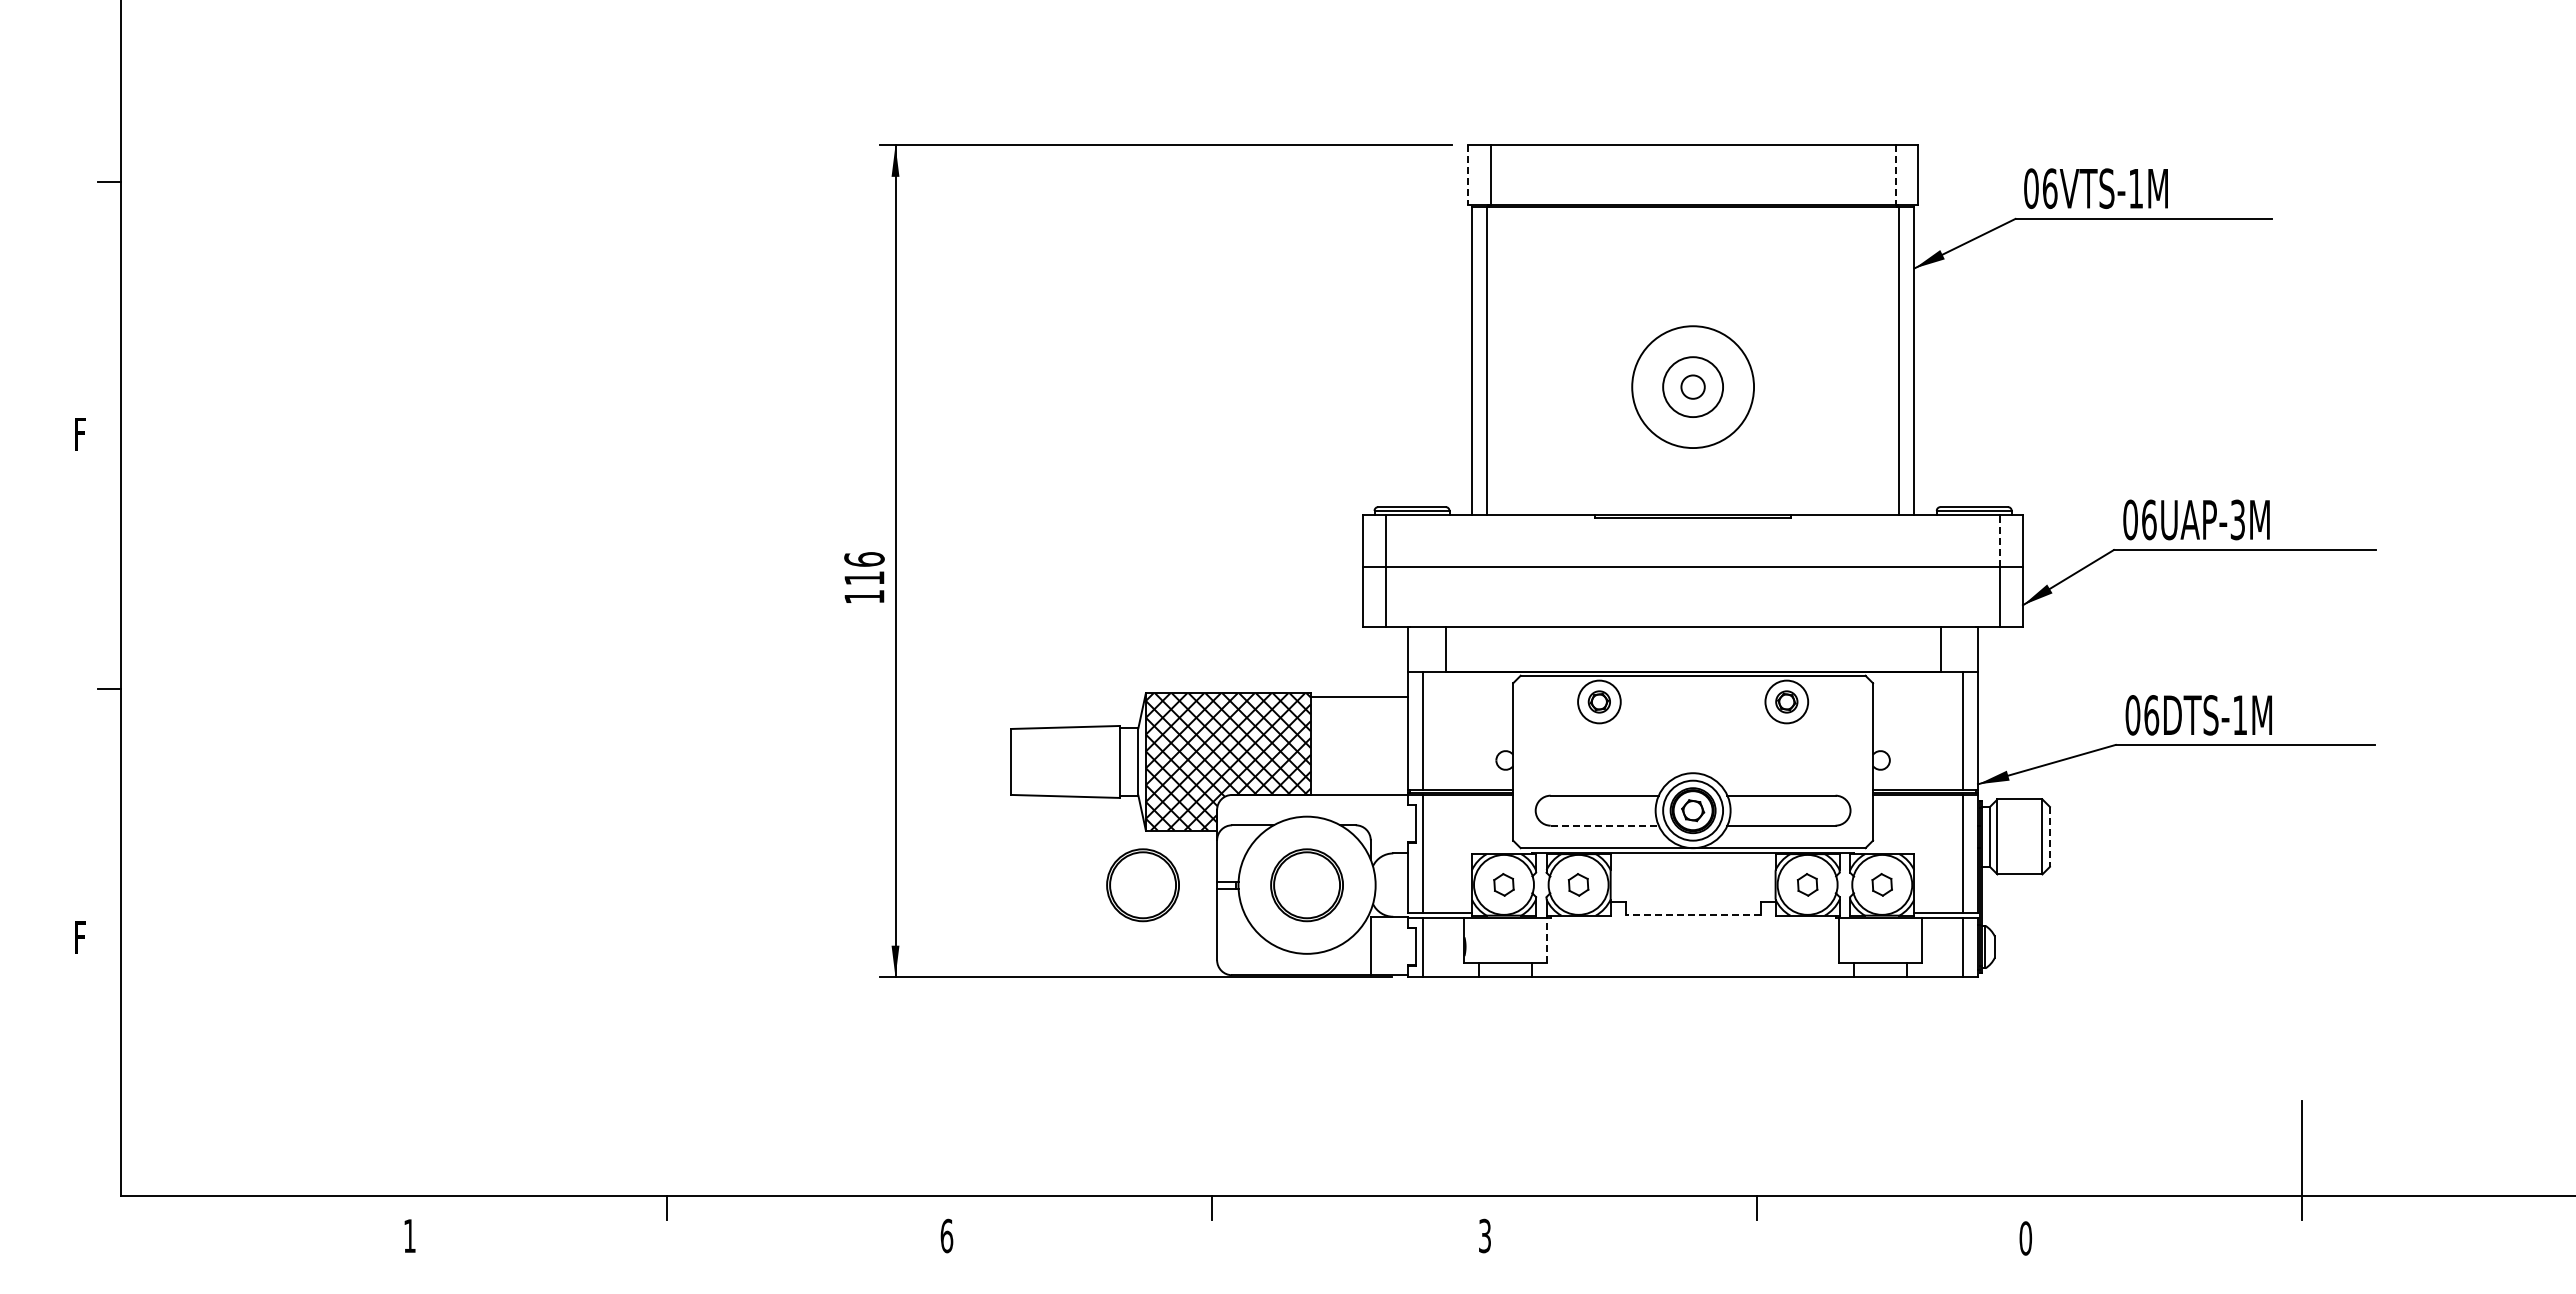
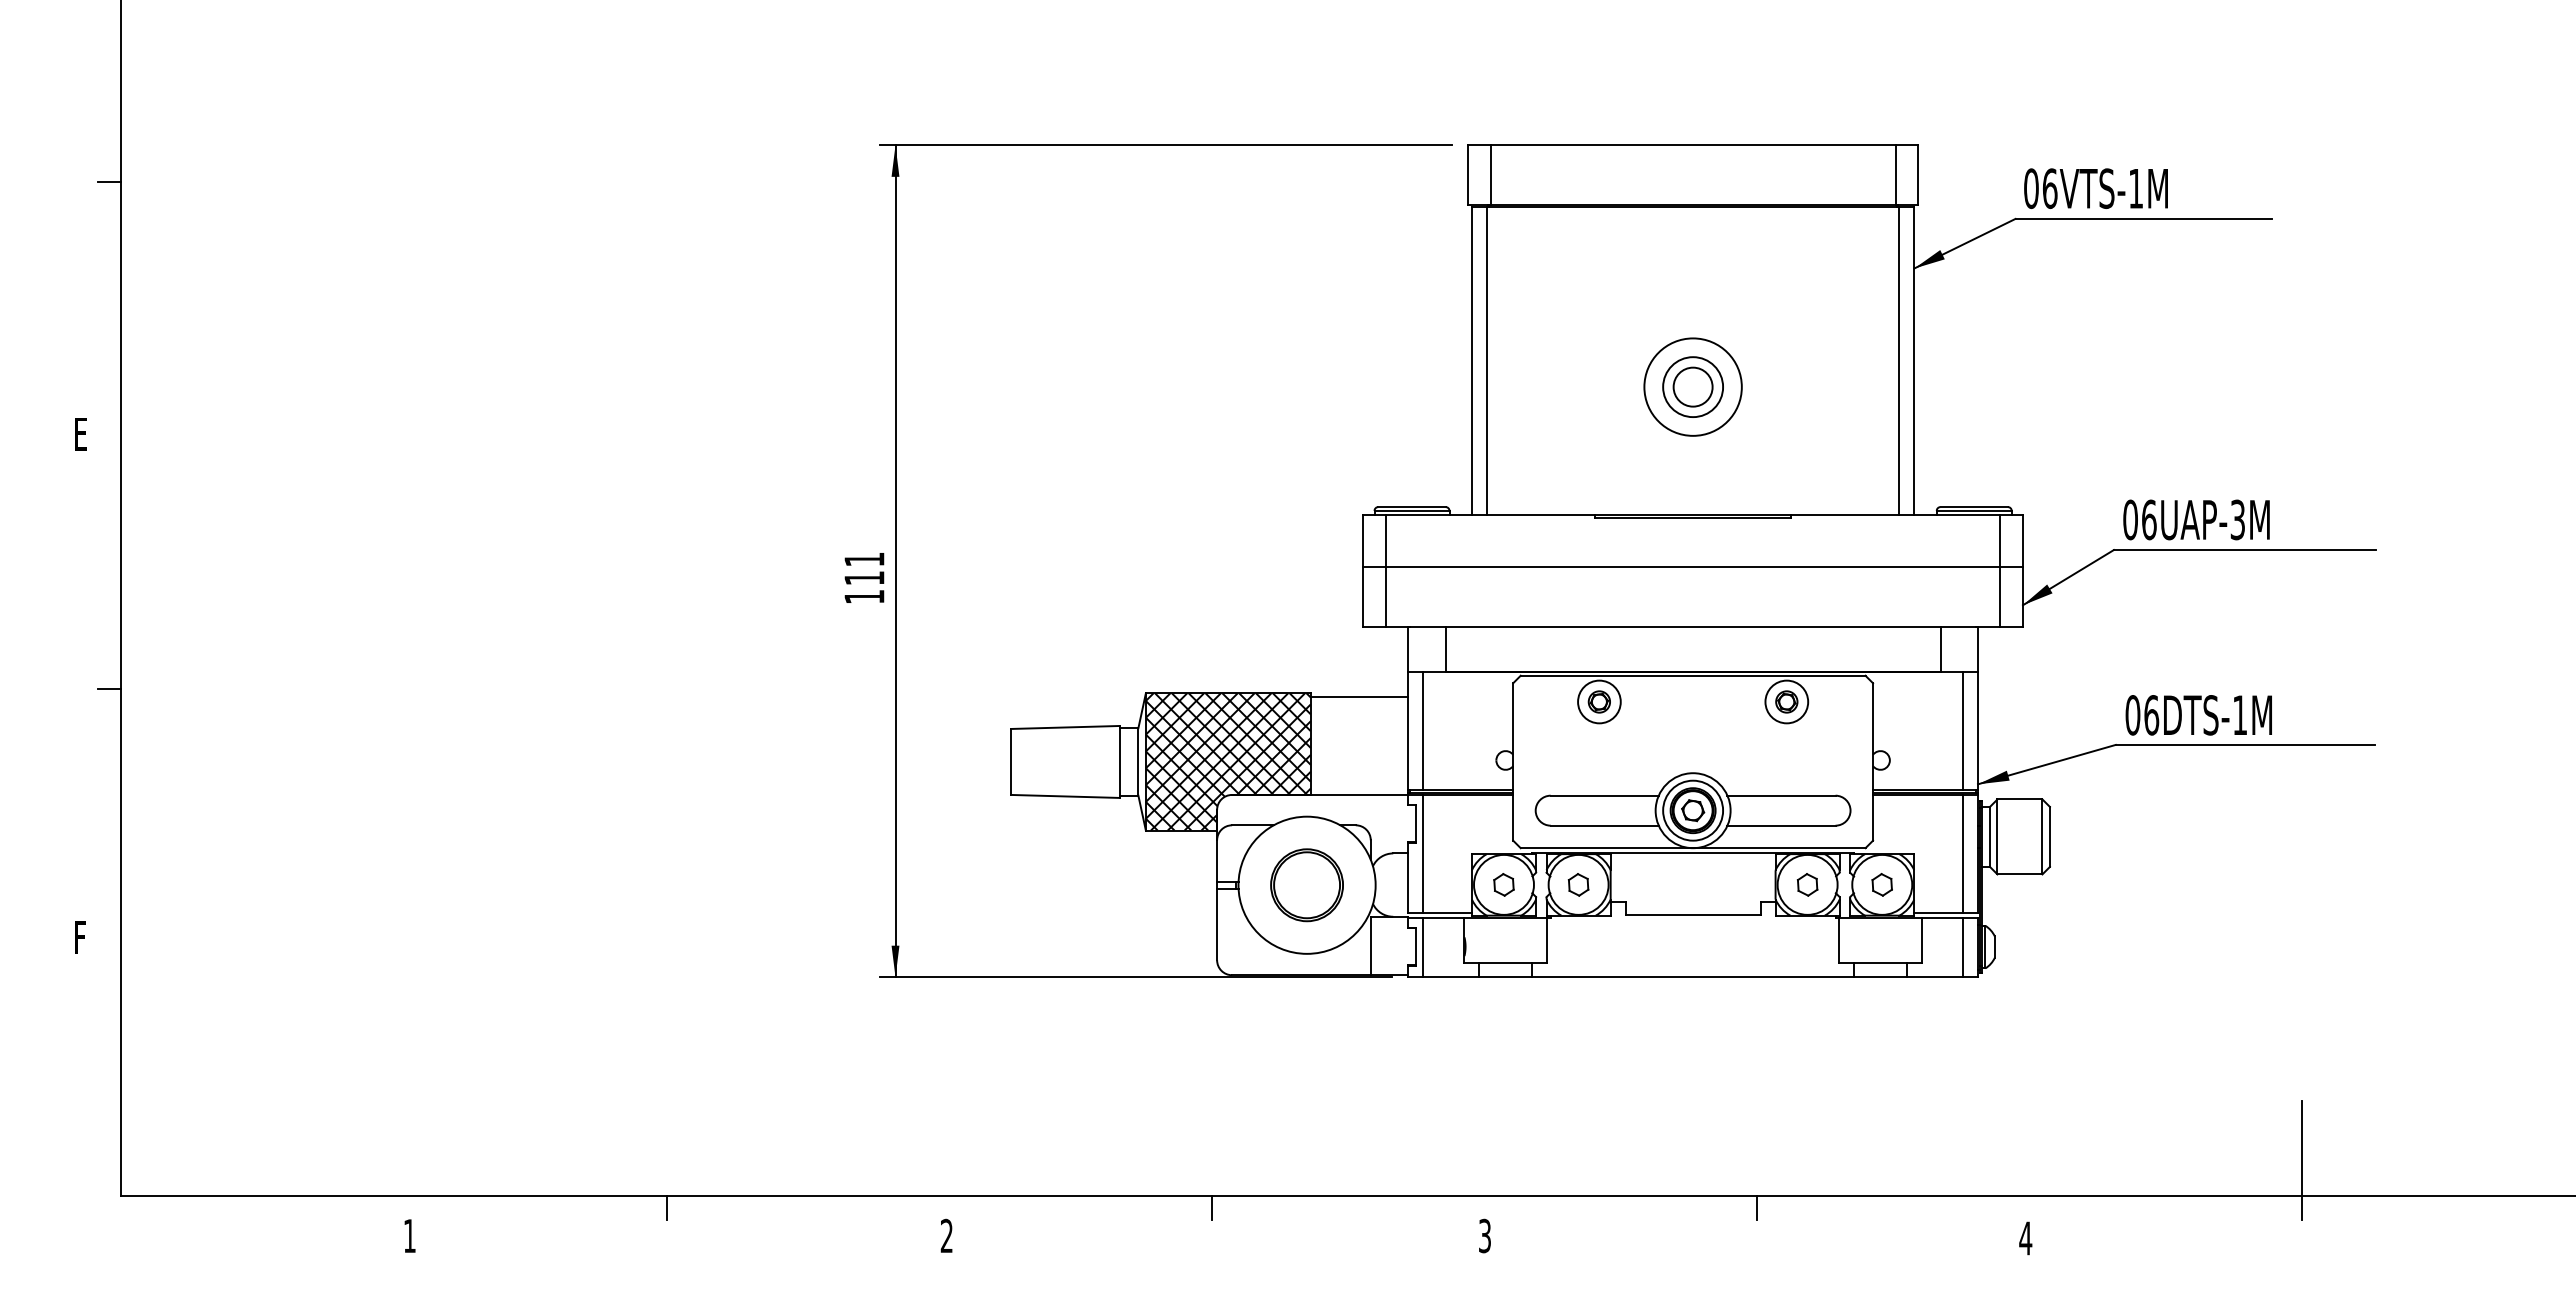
line at (1468, 175): dashed -> solid
line at (1895, 175): dashed -> solid
circle at (1692, 386) diameter: 23 px -> 39 px
circle at (1693, 387) diameter: 122 px -> 97 px
text at (82, 434): F -> E
line at (2000, 540): dashed -> solid
text at (864, 559): 116 -> 111
line at (1605, 825): dashed -> solid
line at (2049, 836): dashed -> solid
part at (1142, 885): present -> none
line at (1692, 914): dashed -> solid
line at (1546, 939): dashed -> solid
text at (946, 1235): 6 -> 2
text at (2025, 1238): 0 -> 4
